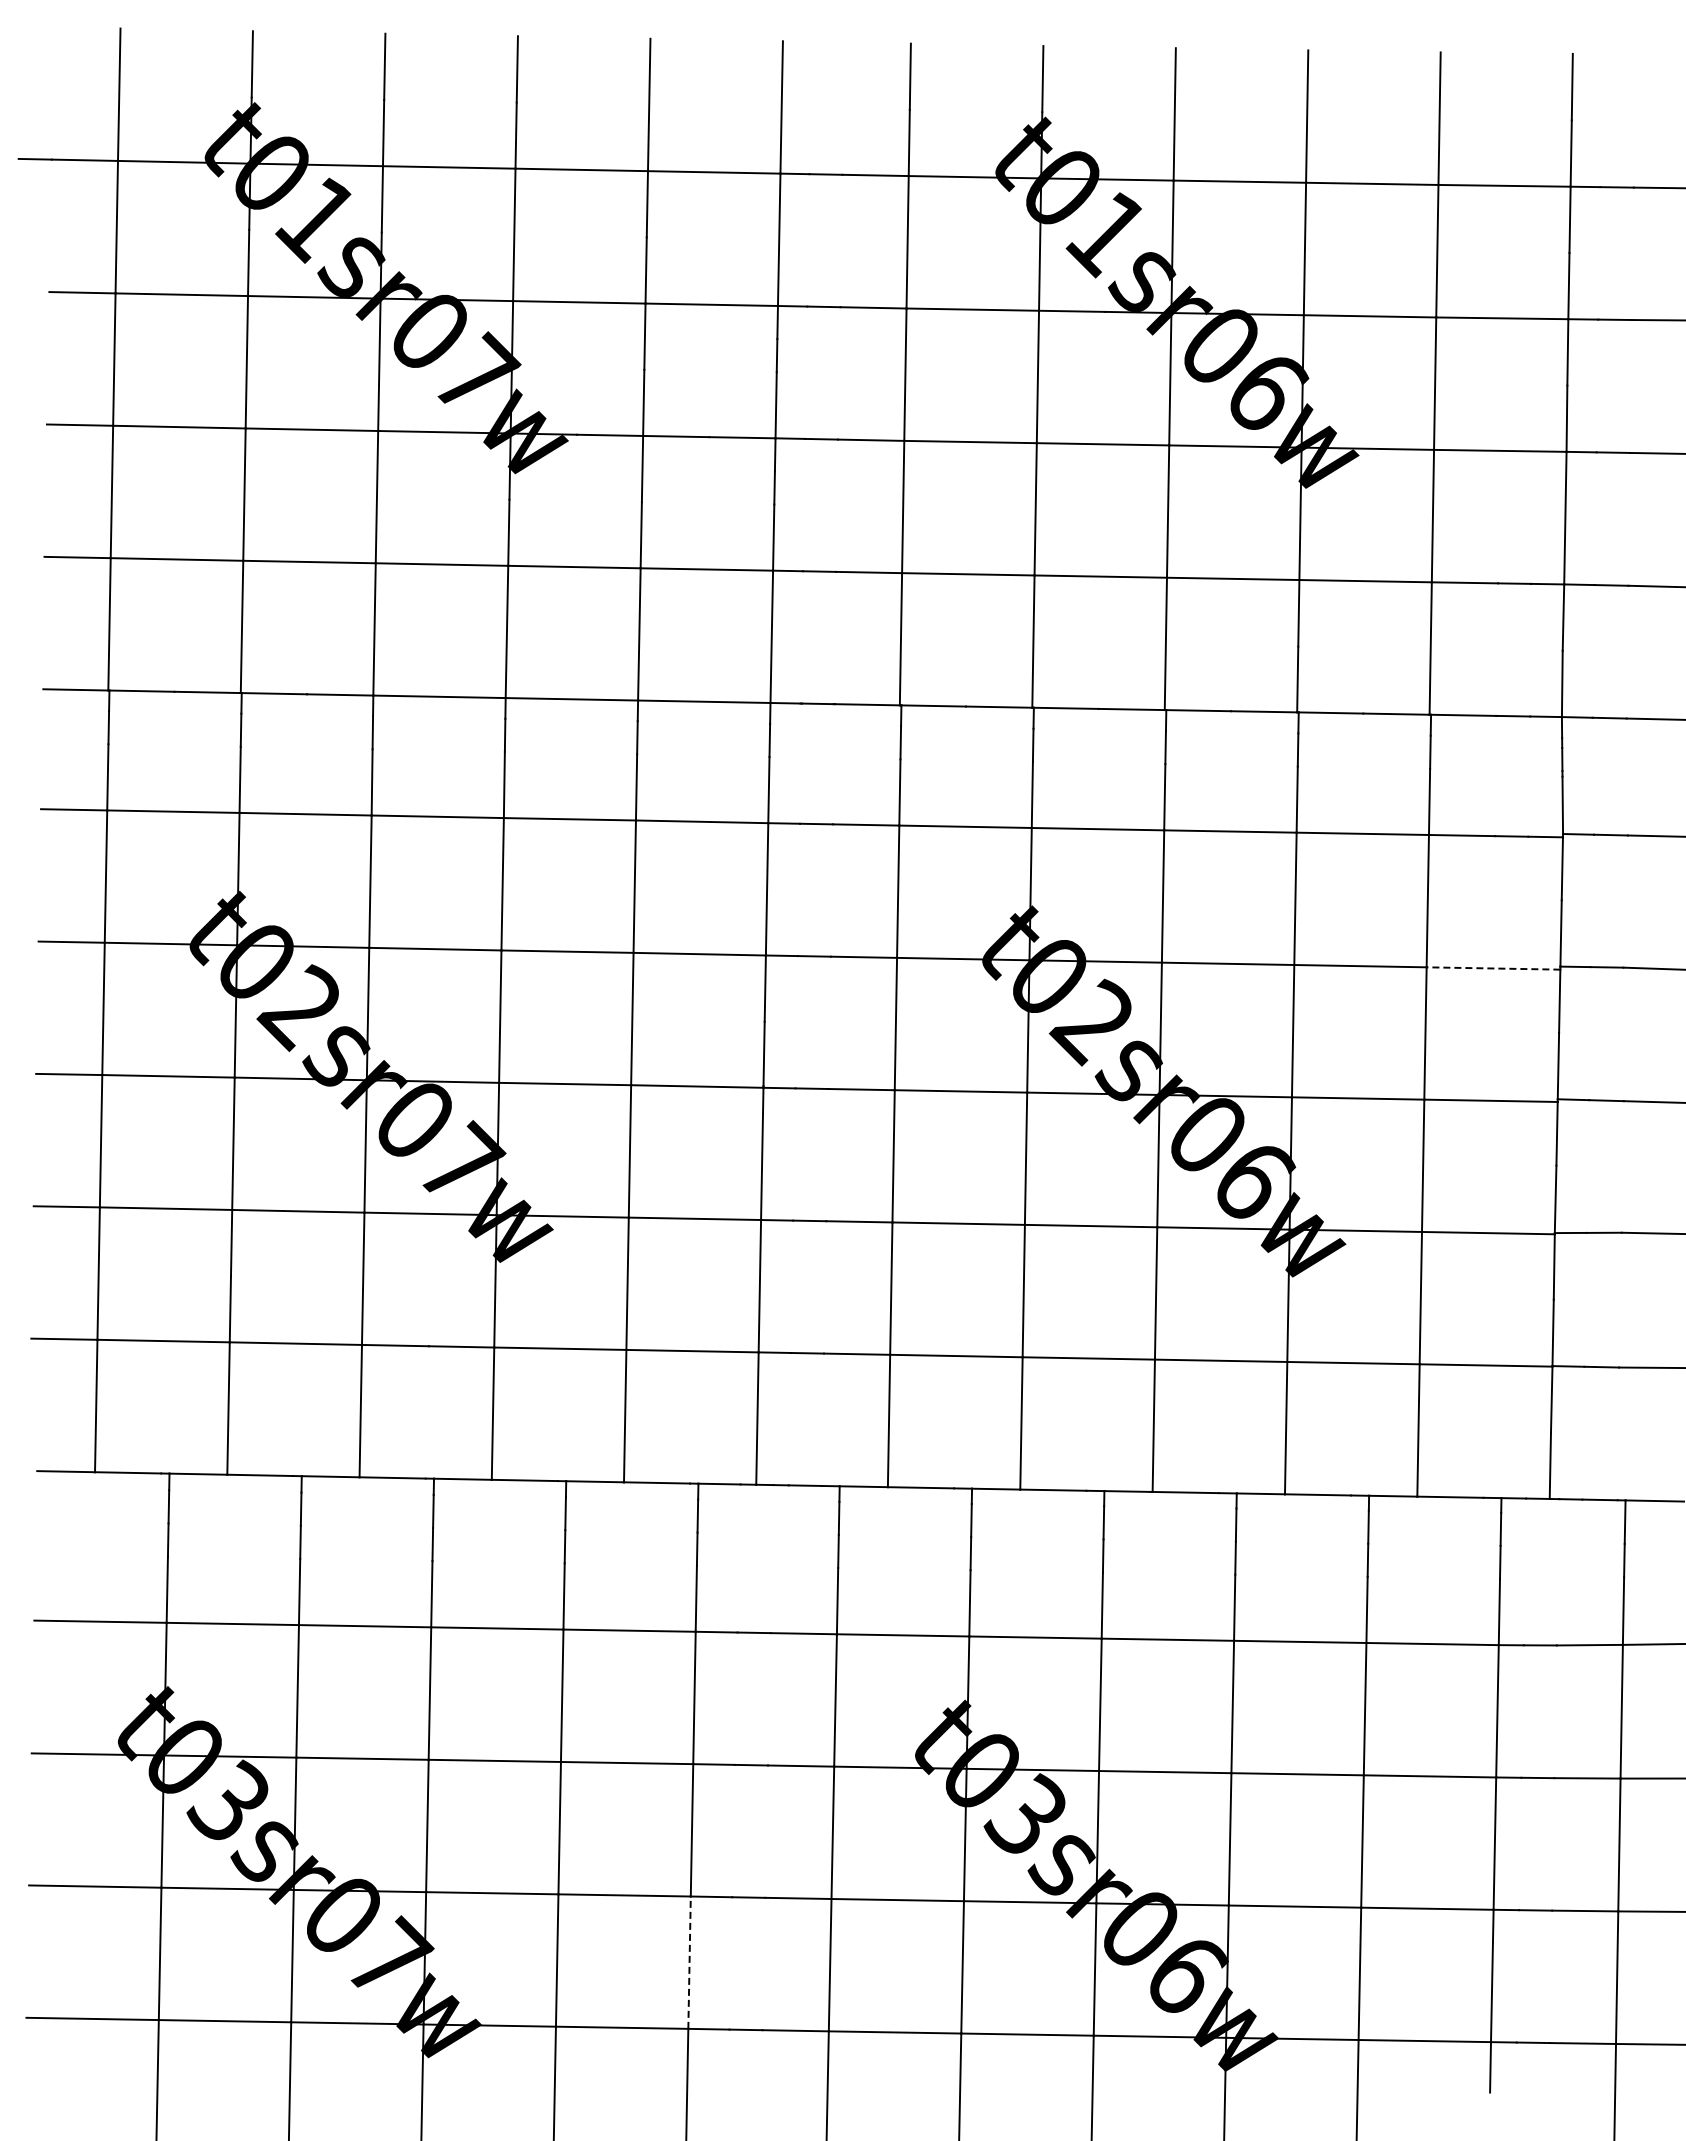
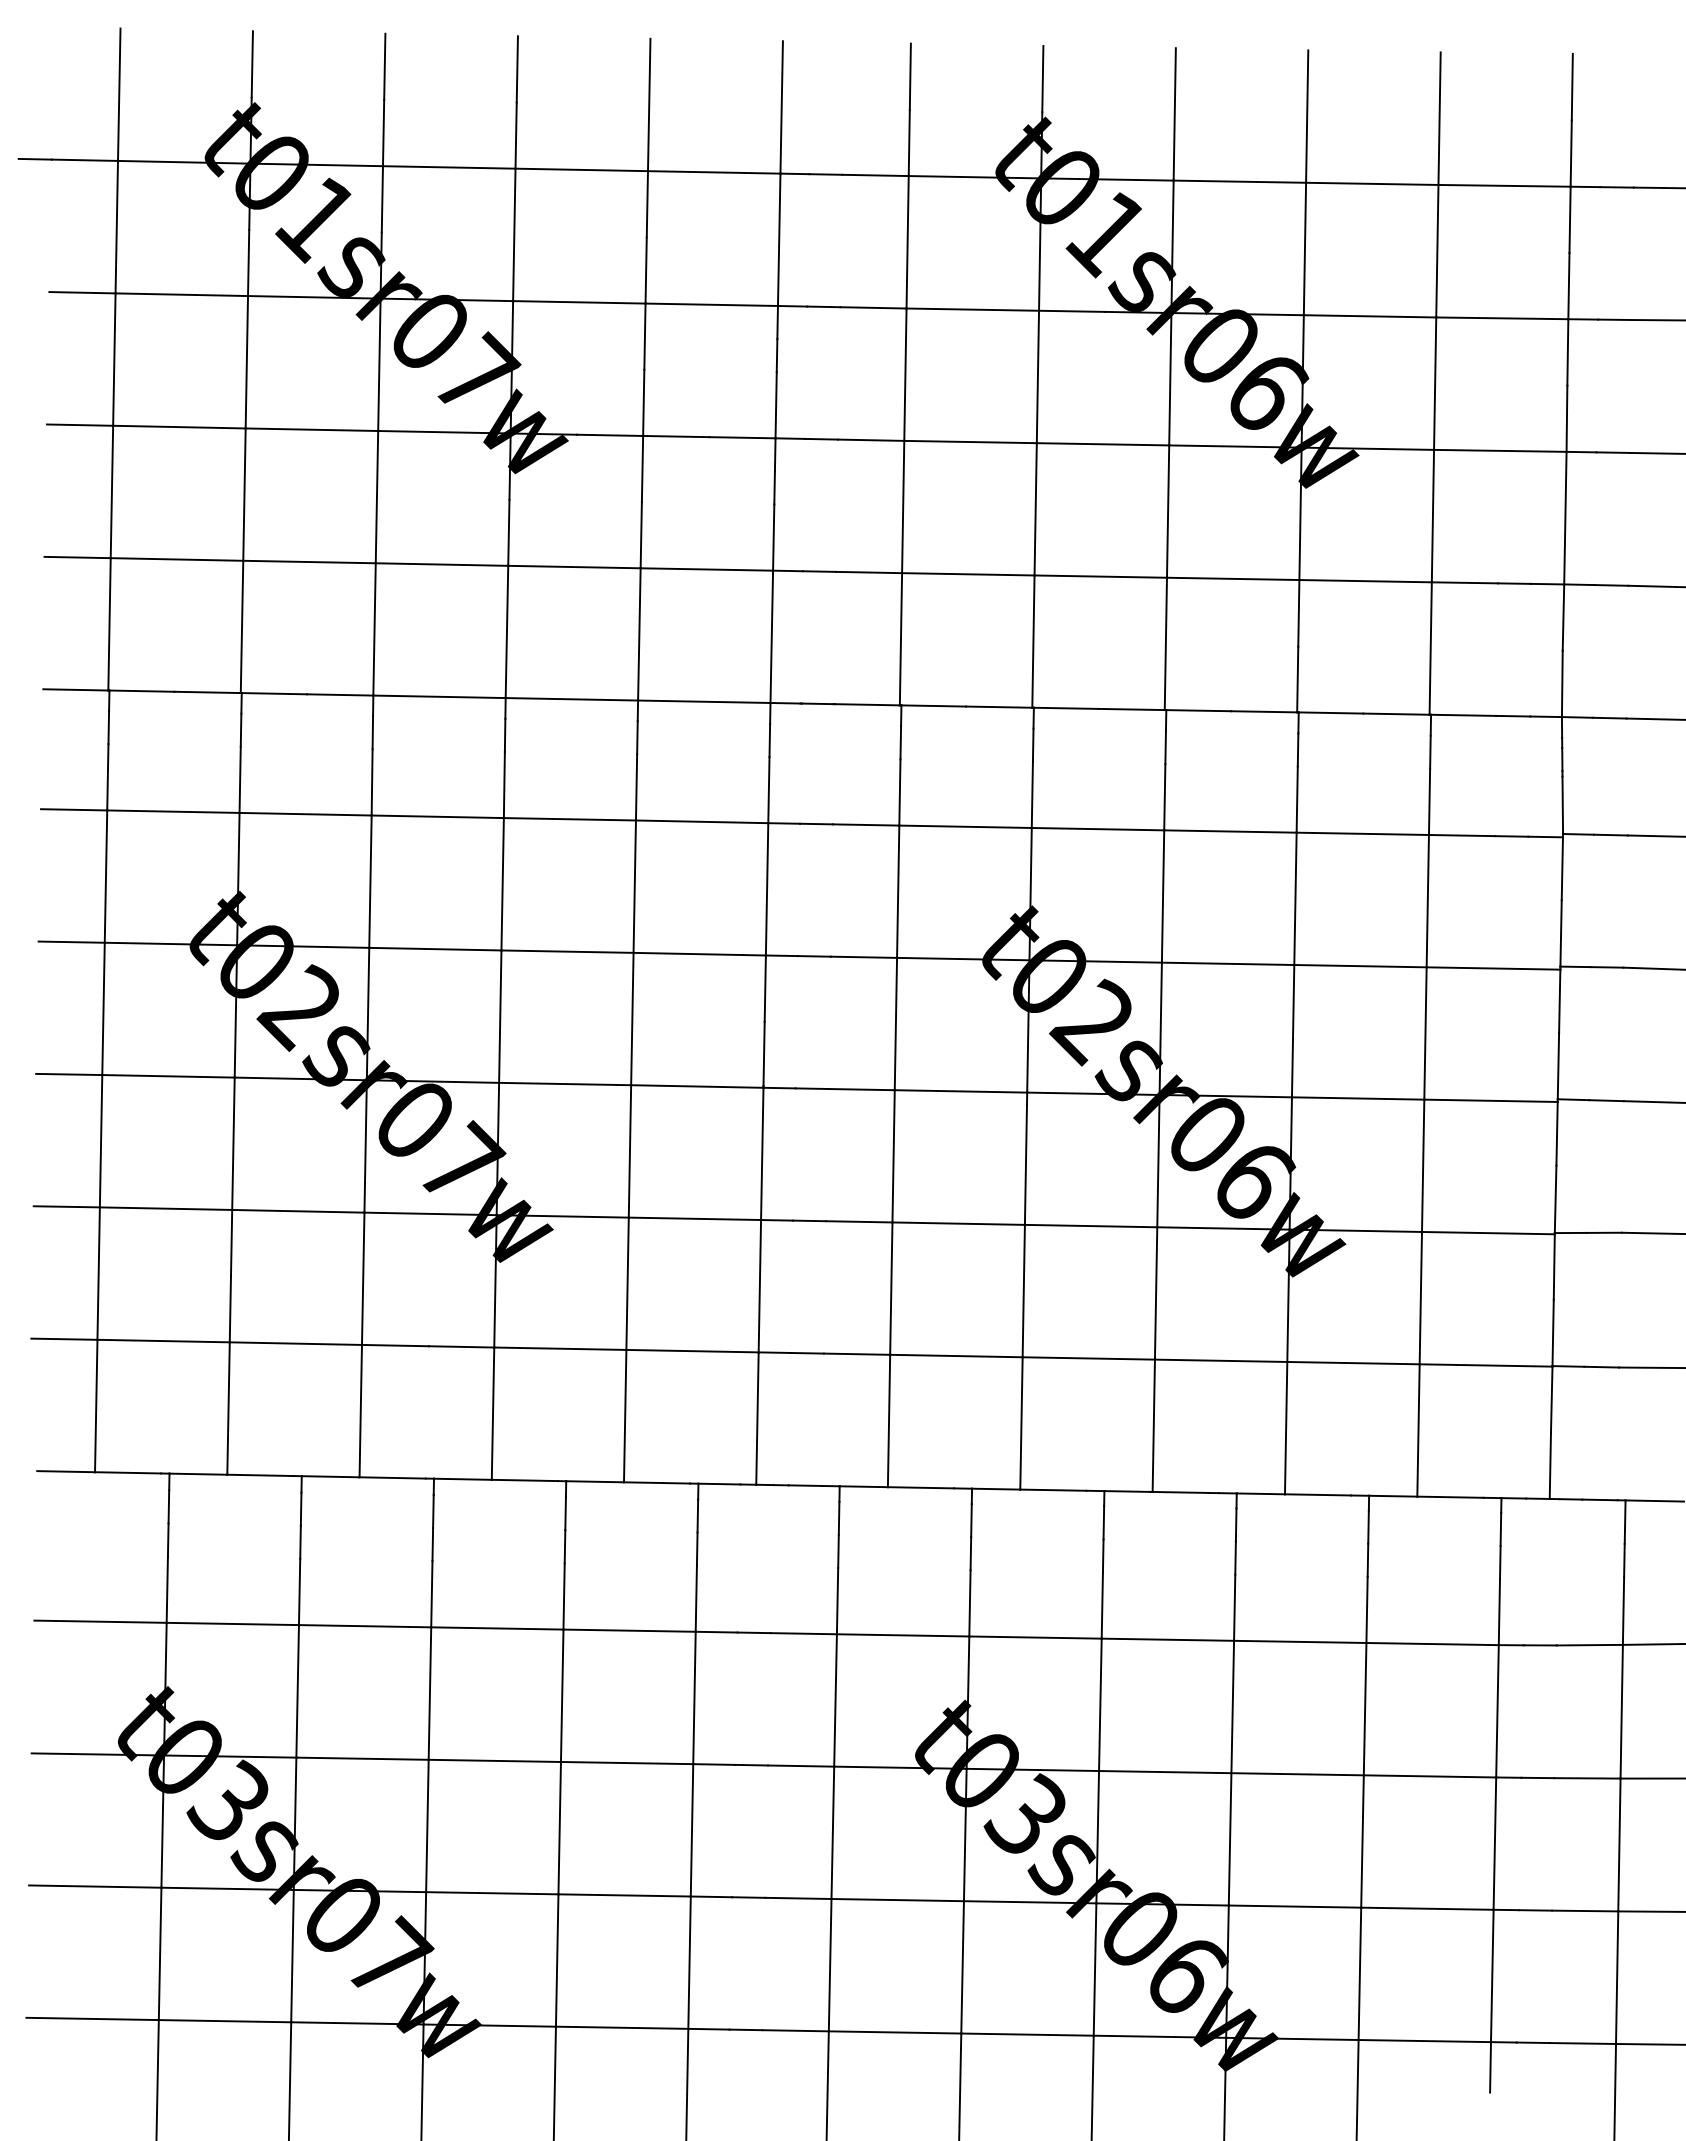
line at (1493, 968): dashed -> solid
line at (689, 1962): dashed -> solid
